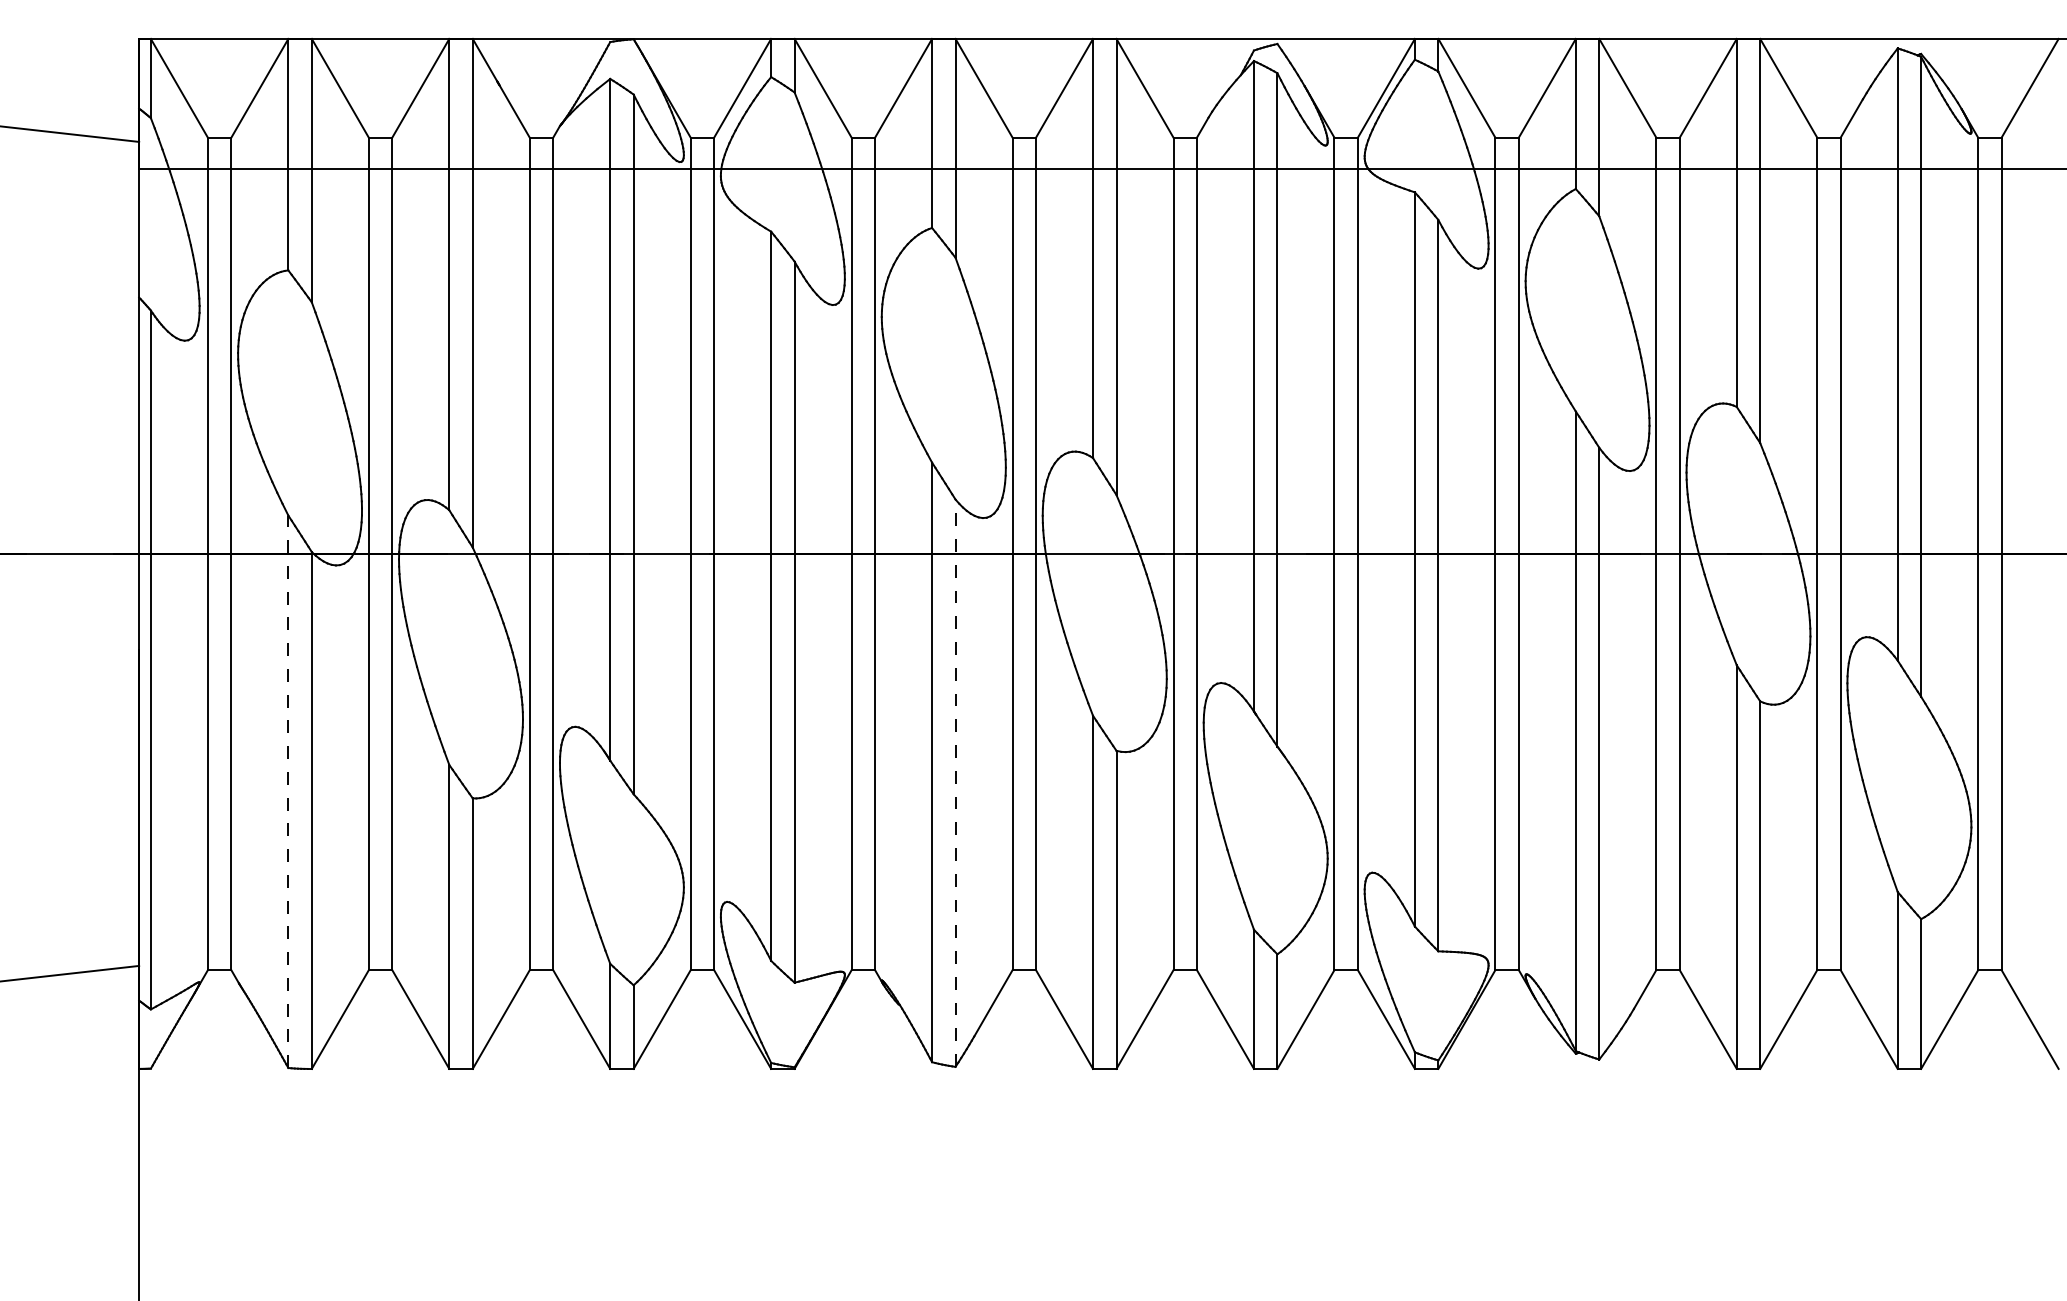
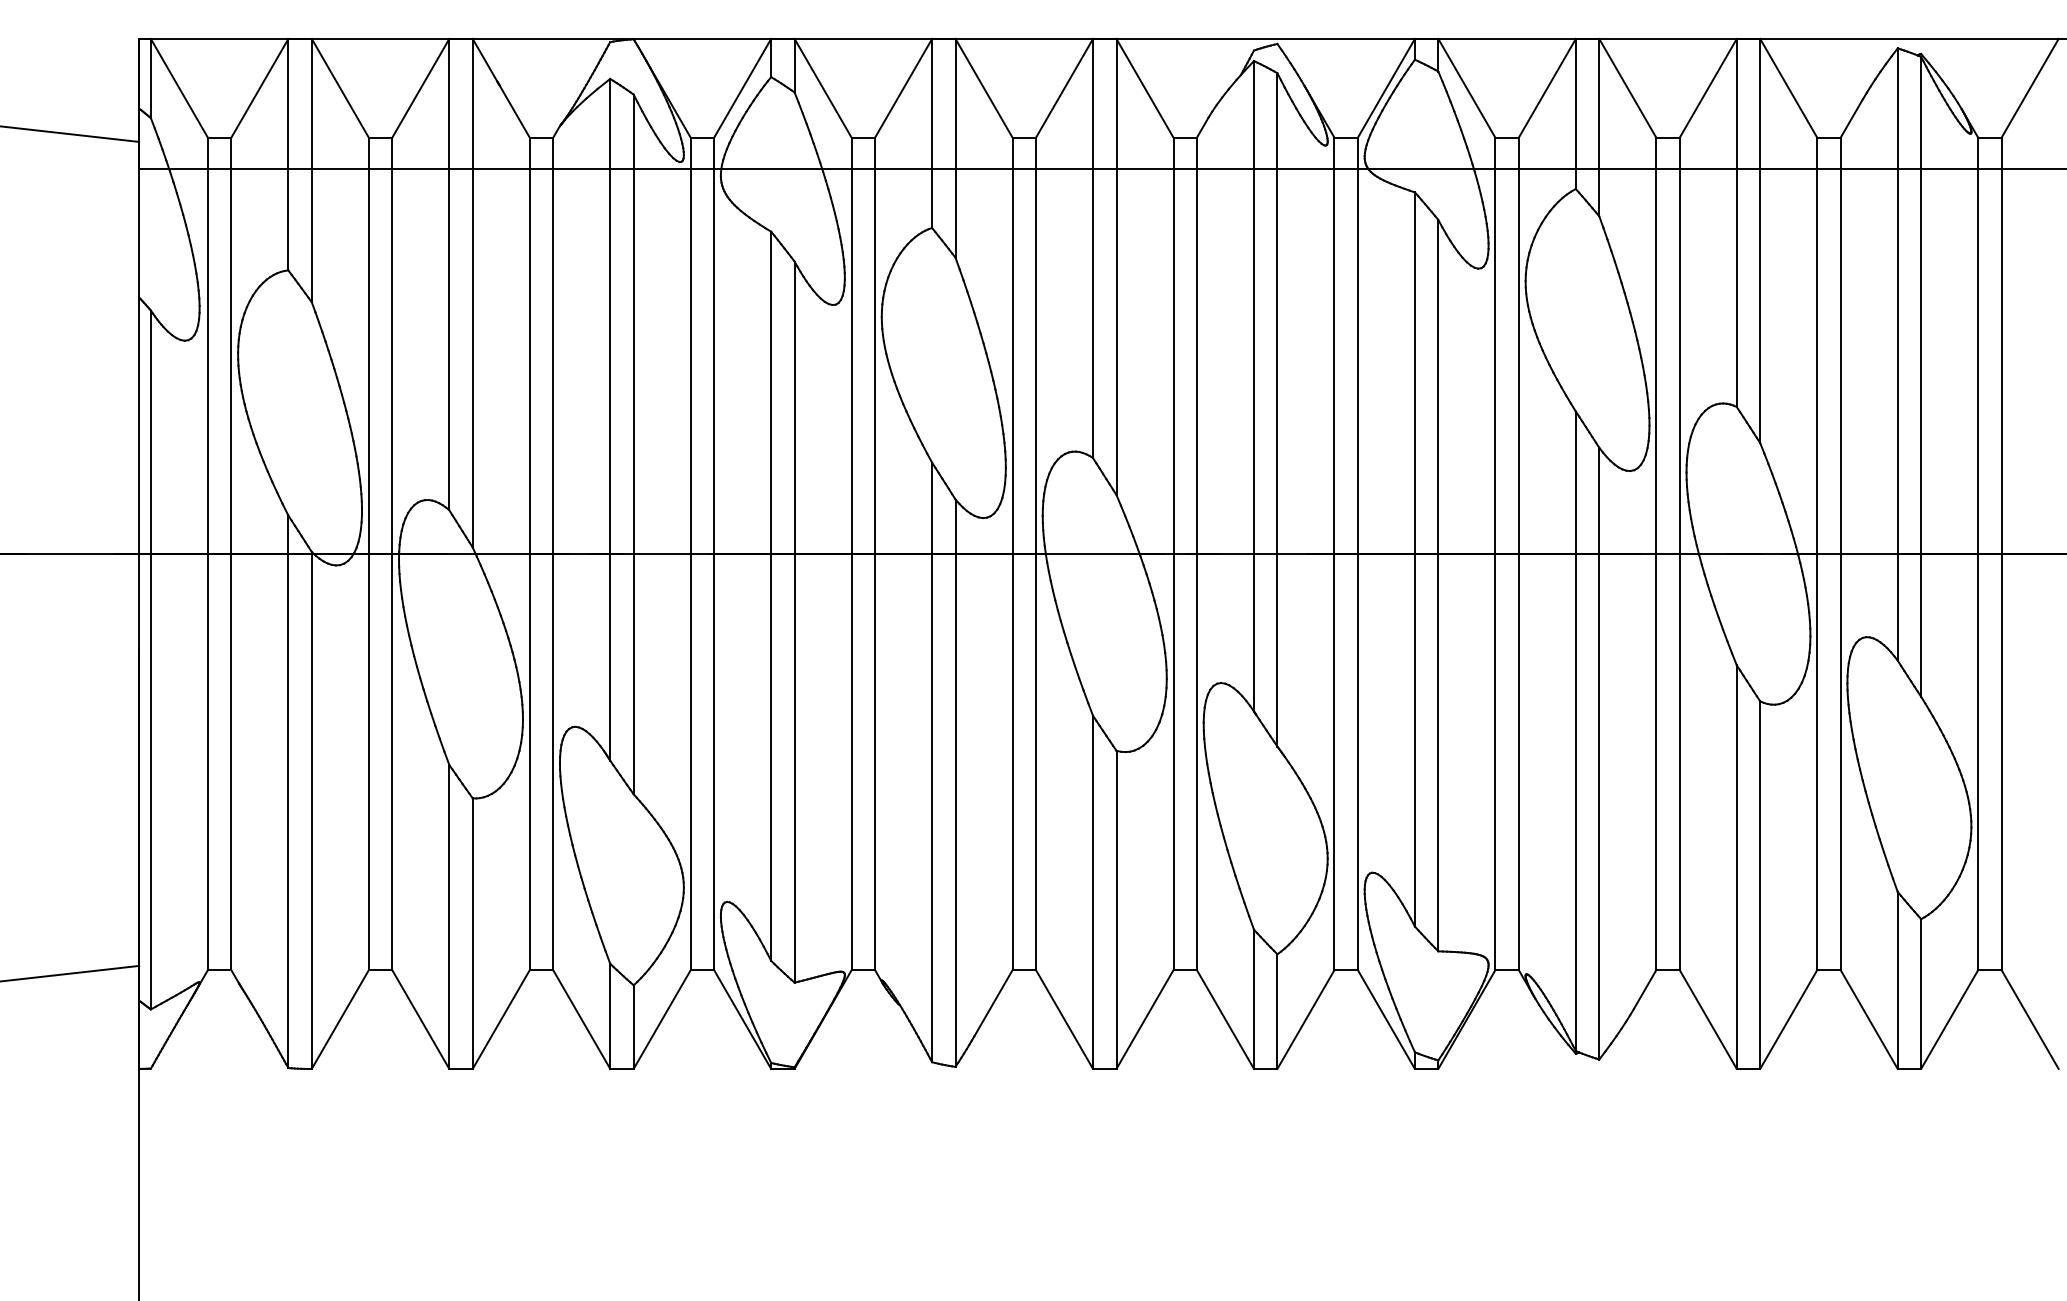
line at (955, 783): dashed -> solid
line at (288, 791): dashed -> solid
